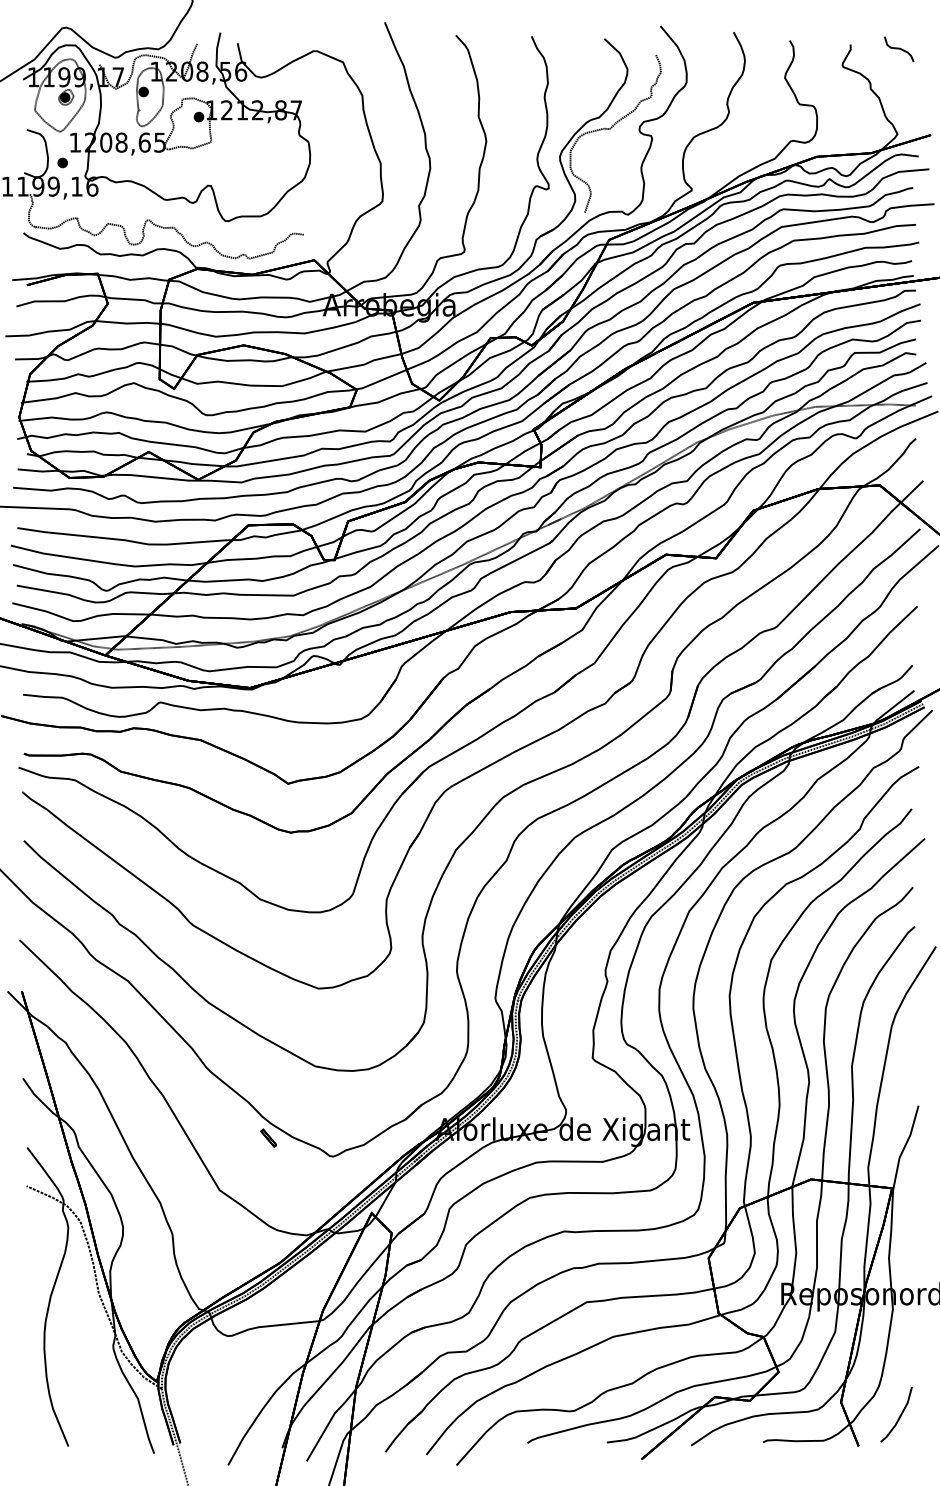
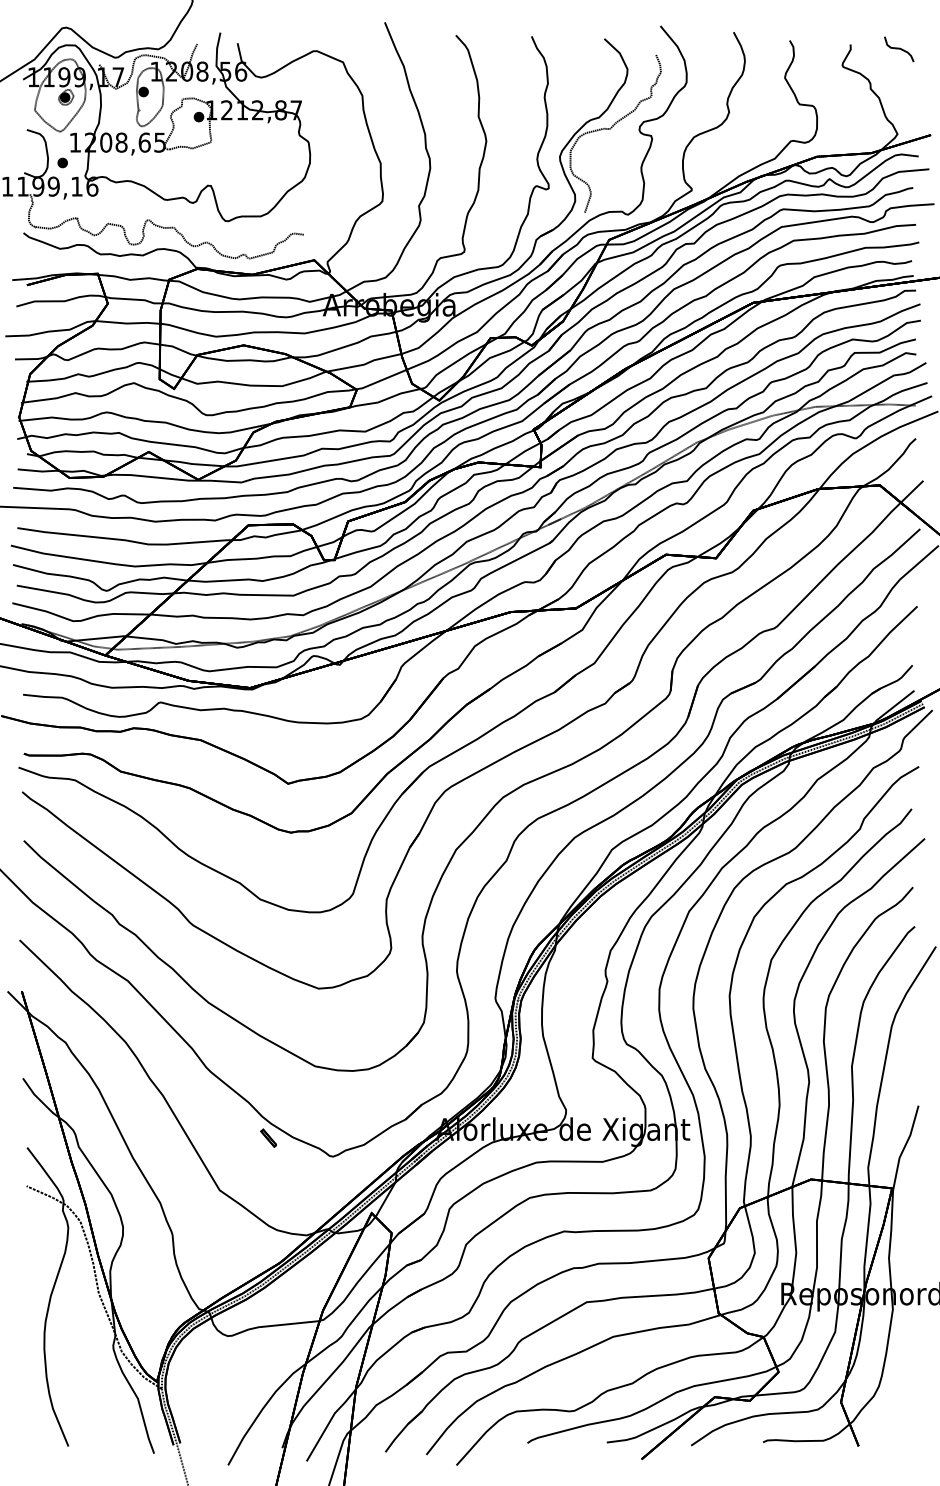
part at (896, 1414): present -> none
